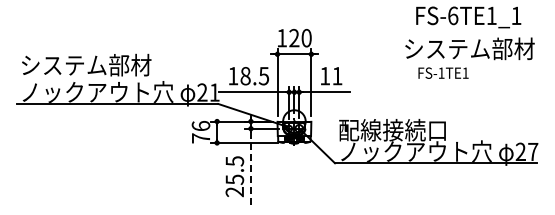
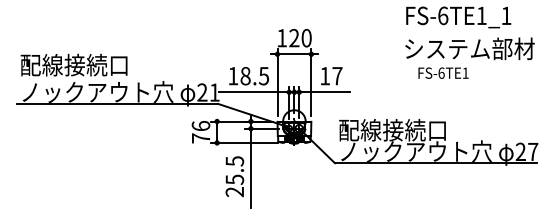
text at (468, 17) position: (468, 17) -> (458, 17)
text at (85, 64): システム部材 -> 配線接続口
text at (441, 72): FS-1TE1 -> FS-6TE1
text at (337, 76): 11 -> 17
line at (250, 170): dashed -> solid
